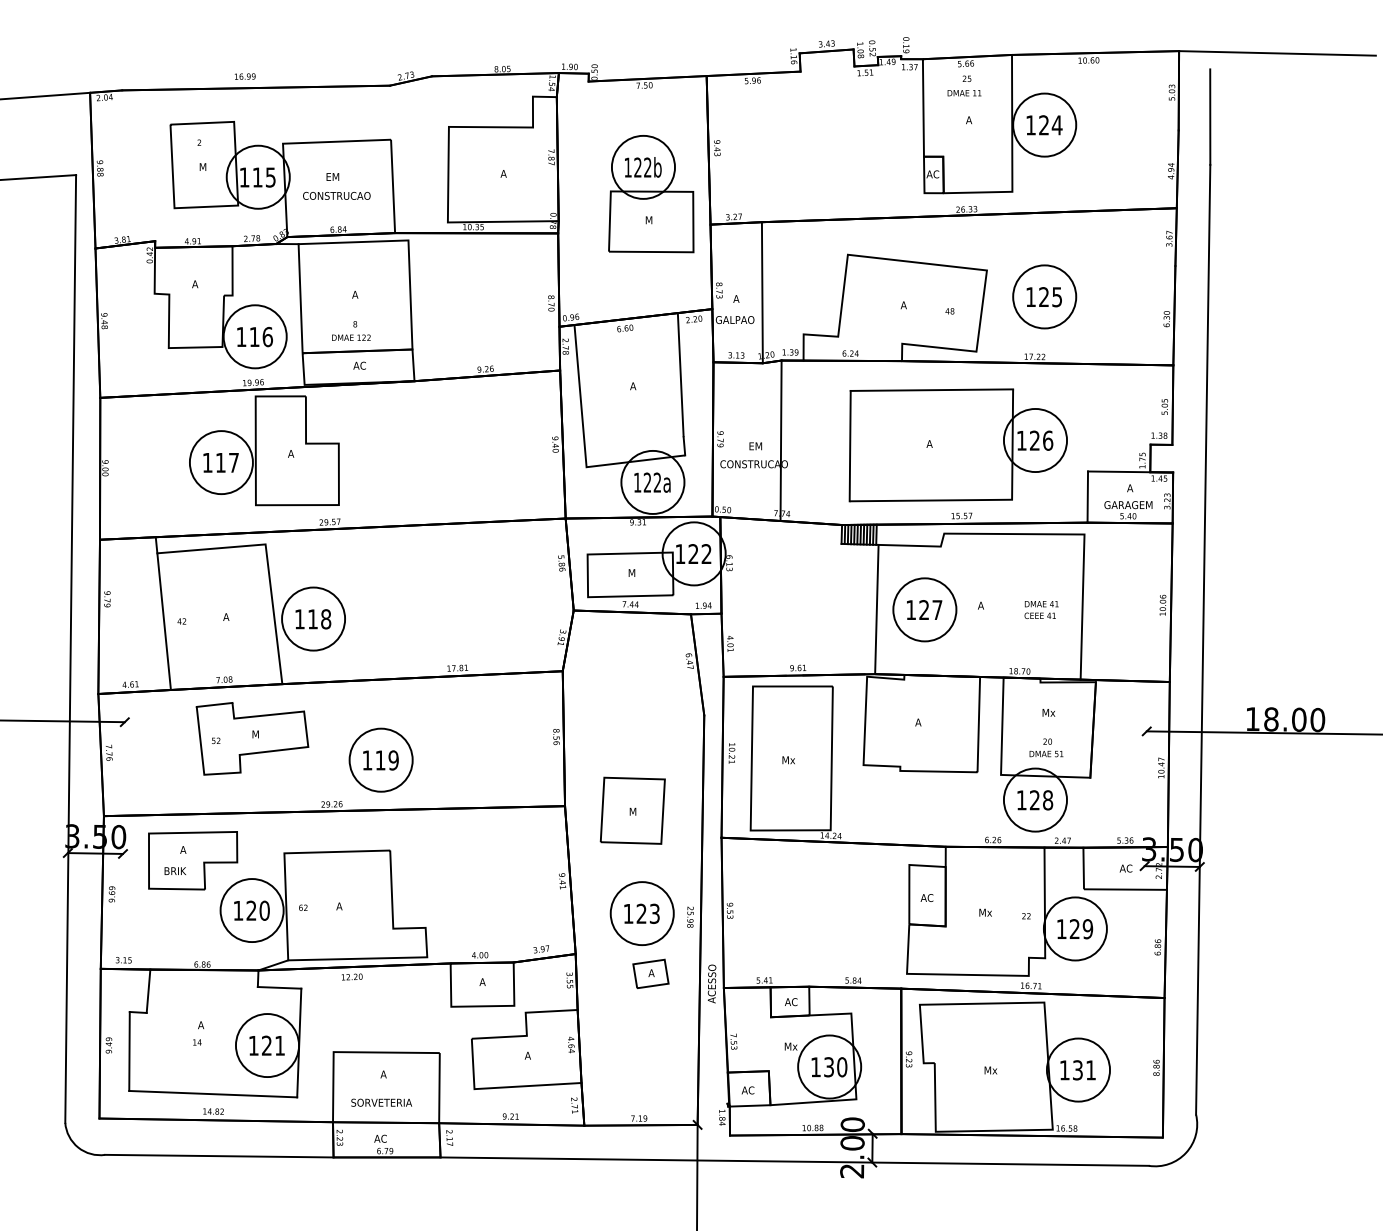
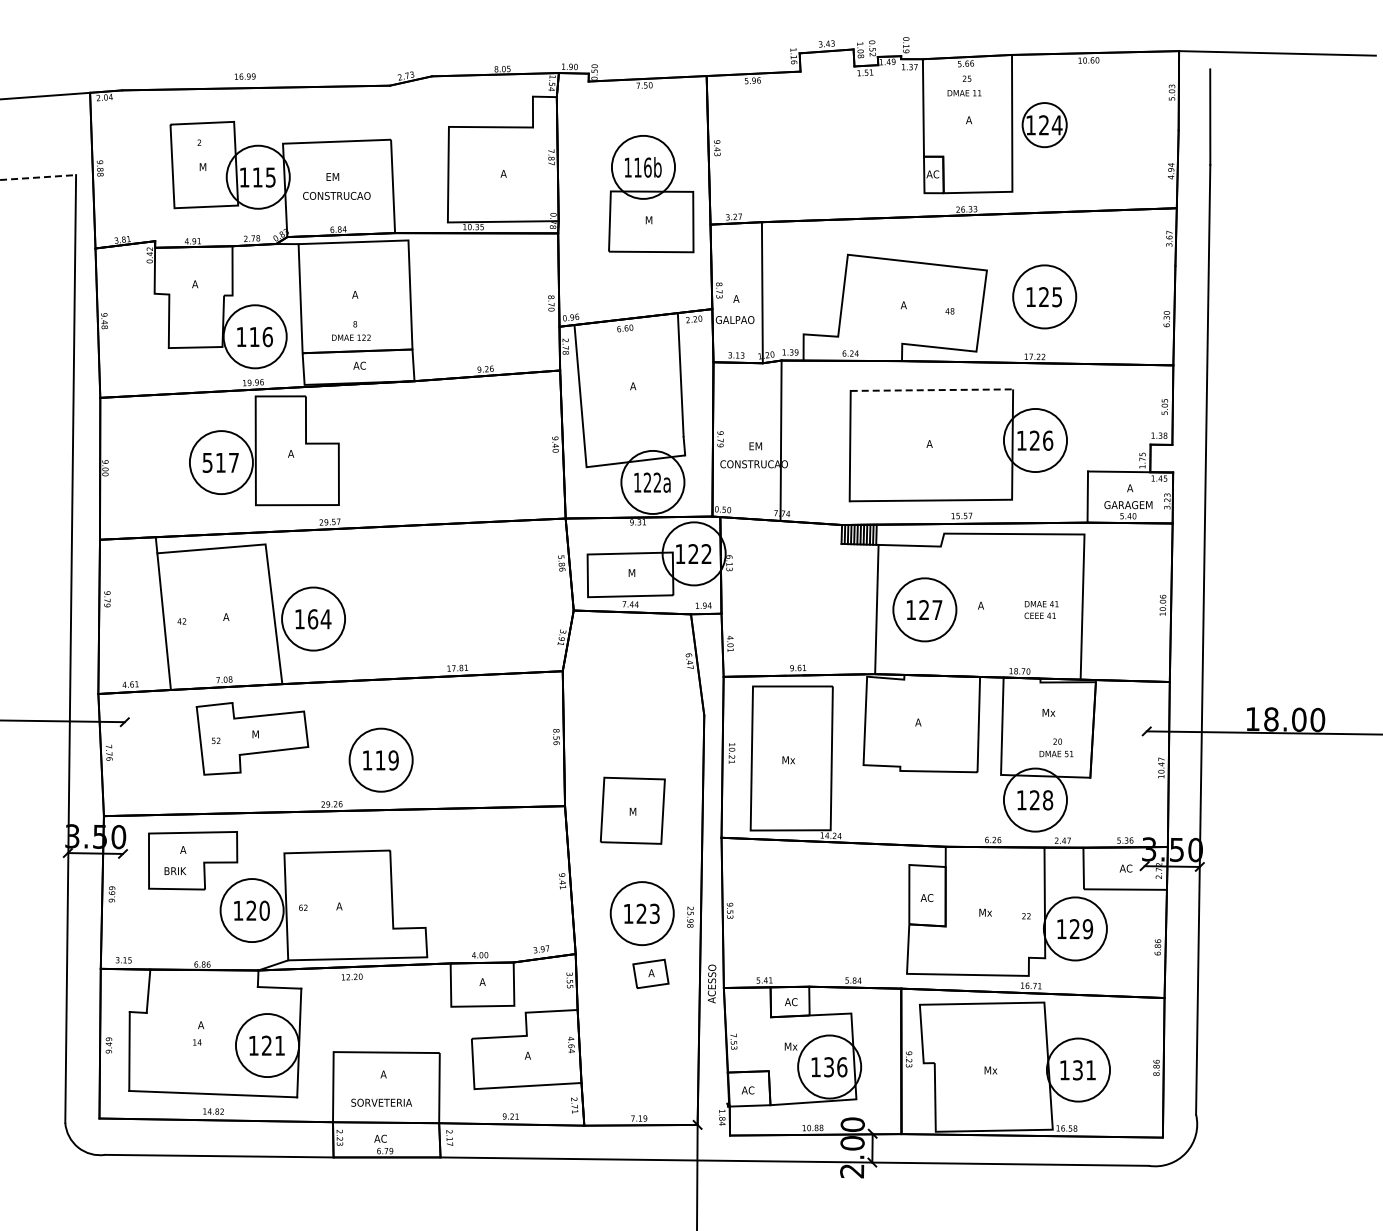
circle at (1044, 124) diameter: 63 px -> 44 px
text at (642, 167): 122b -> 116b
line at (38, 177): solid -> dashed
line at (932, 390): solid -> dashed
text at (207, 462): 117 -> 517
text at (319, 619): 118 -> 164
text at (1046, 747) position: (1046, 747) -> (1056, 747)
text at (842, 1067): 130 -> 136
